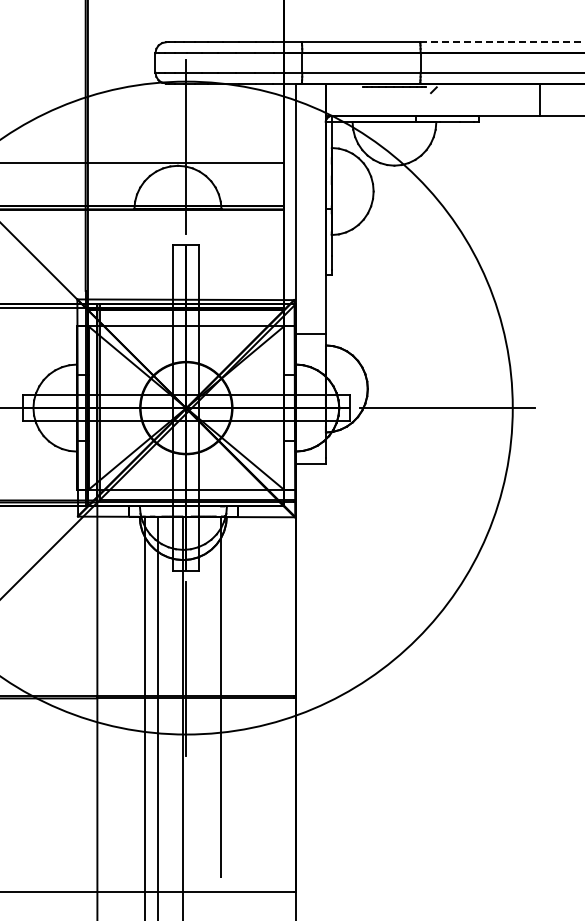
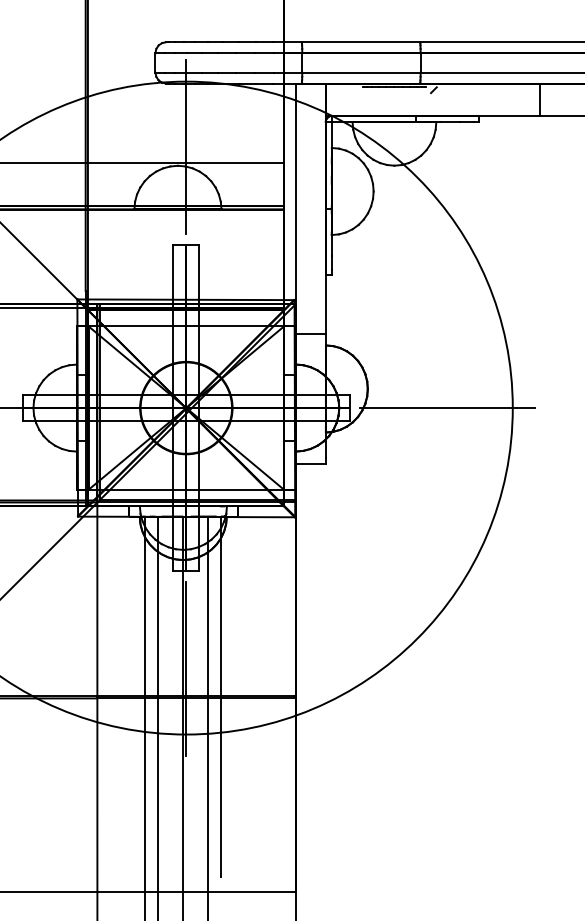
line at (503, 42): dashed -> solid
line at (208, 717): none -> present
